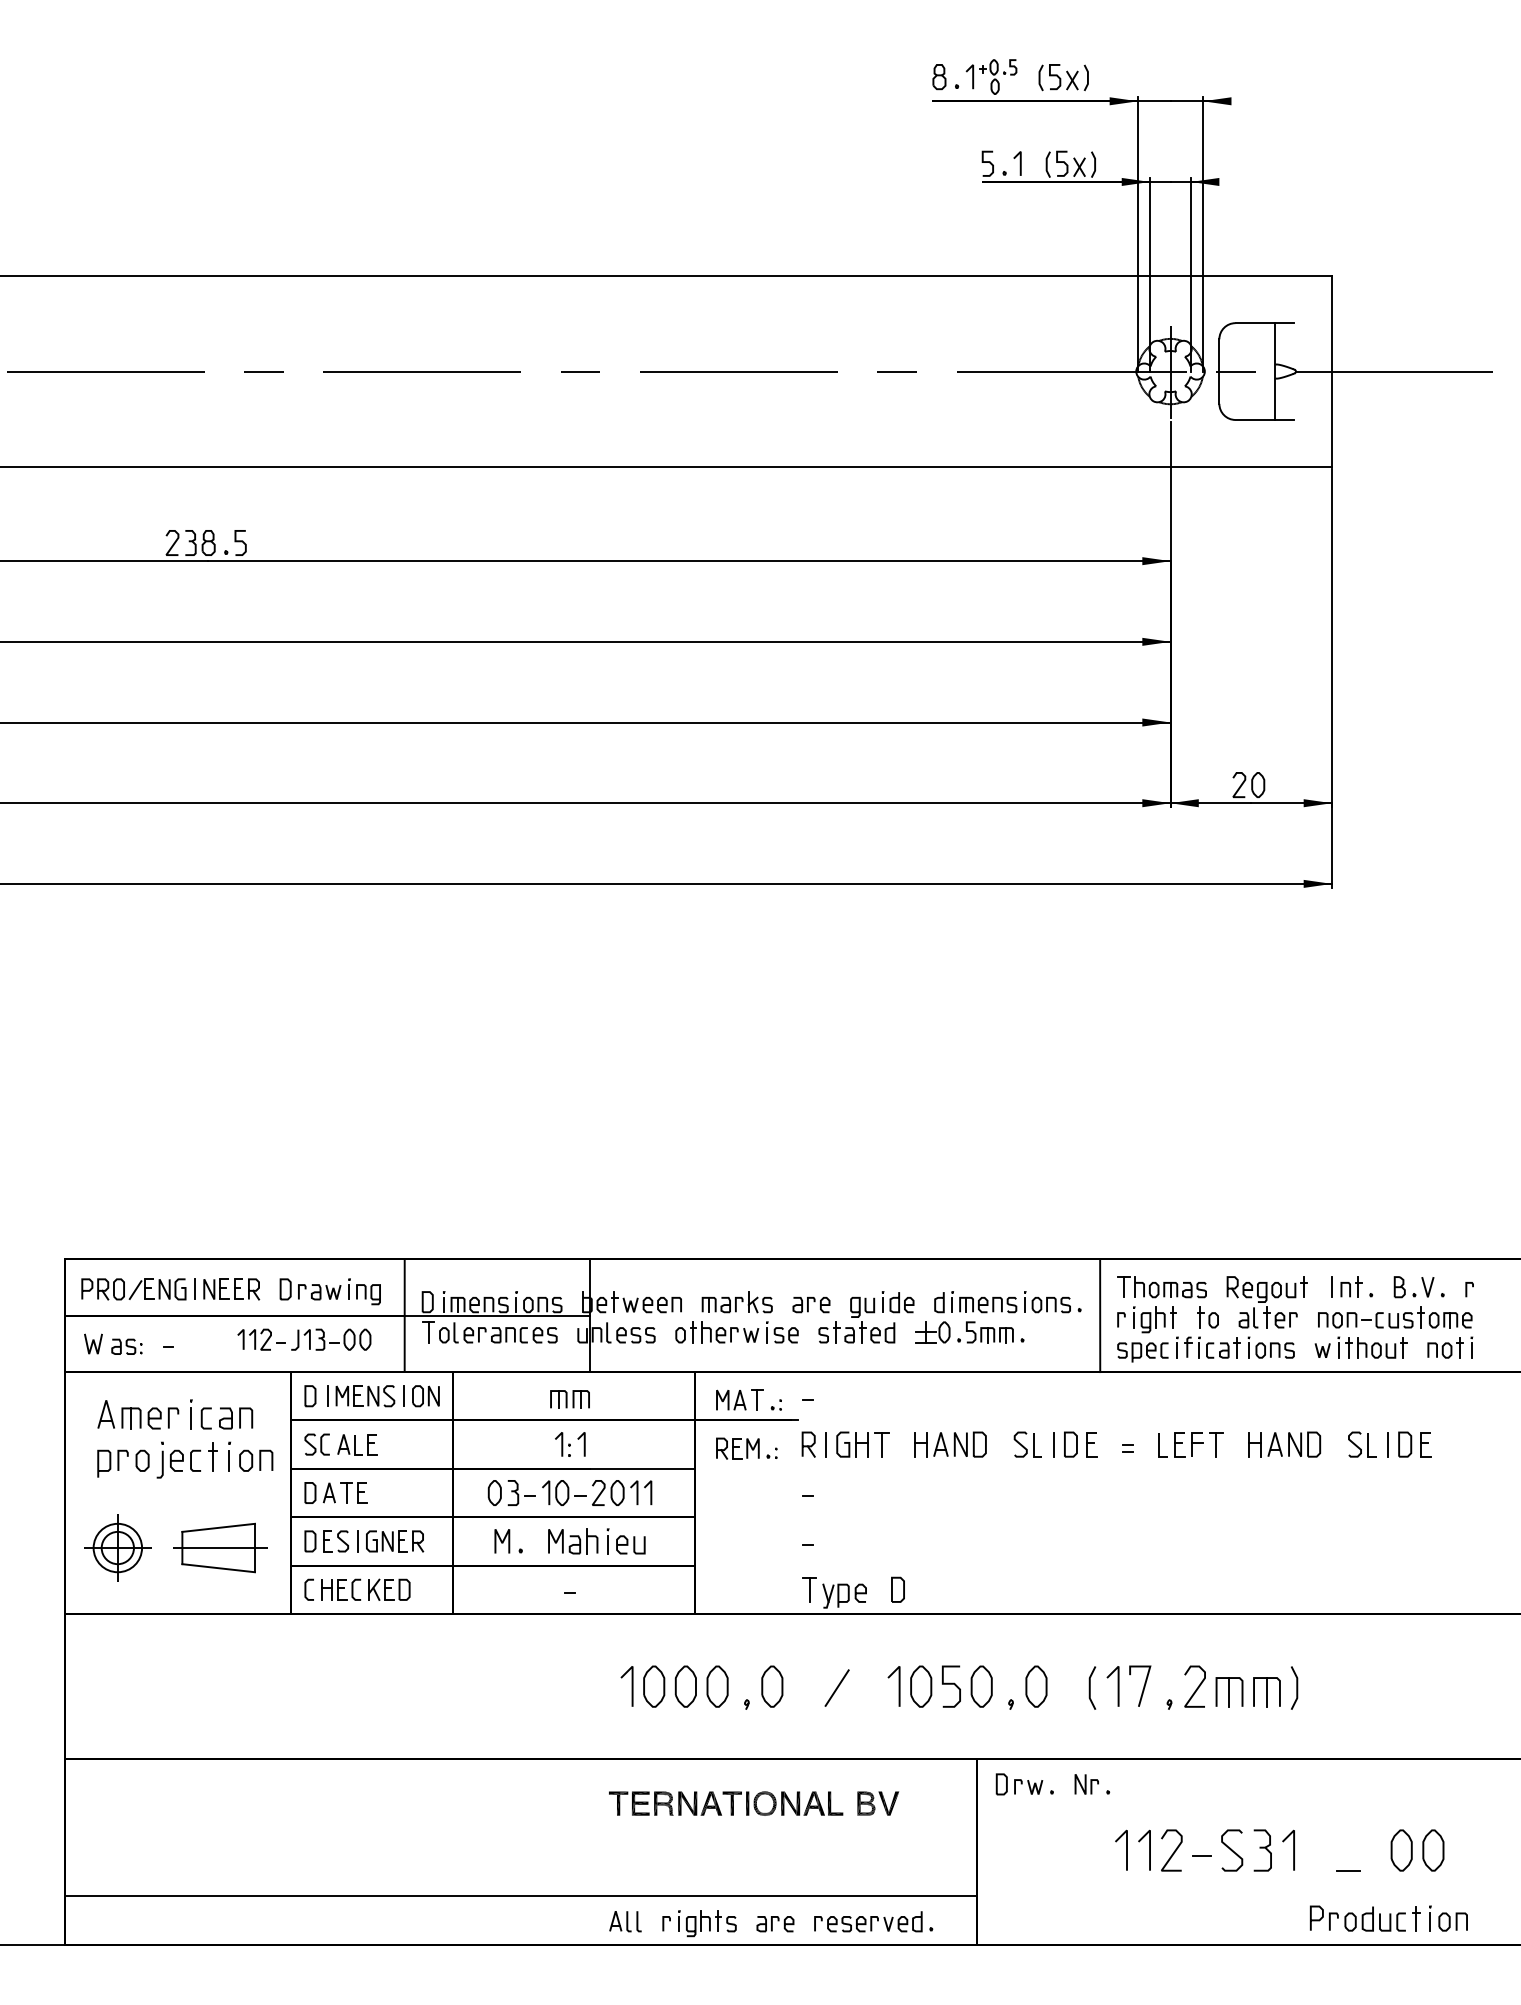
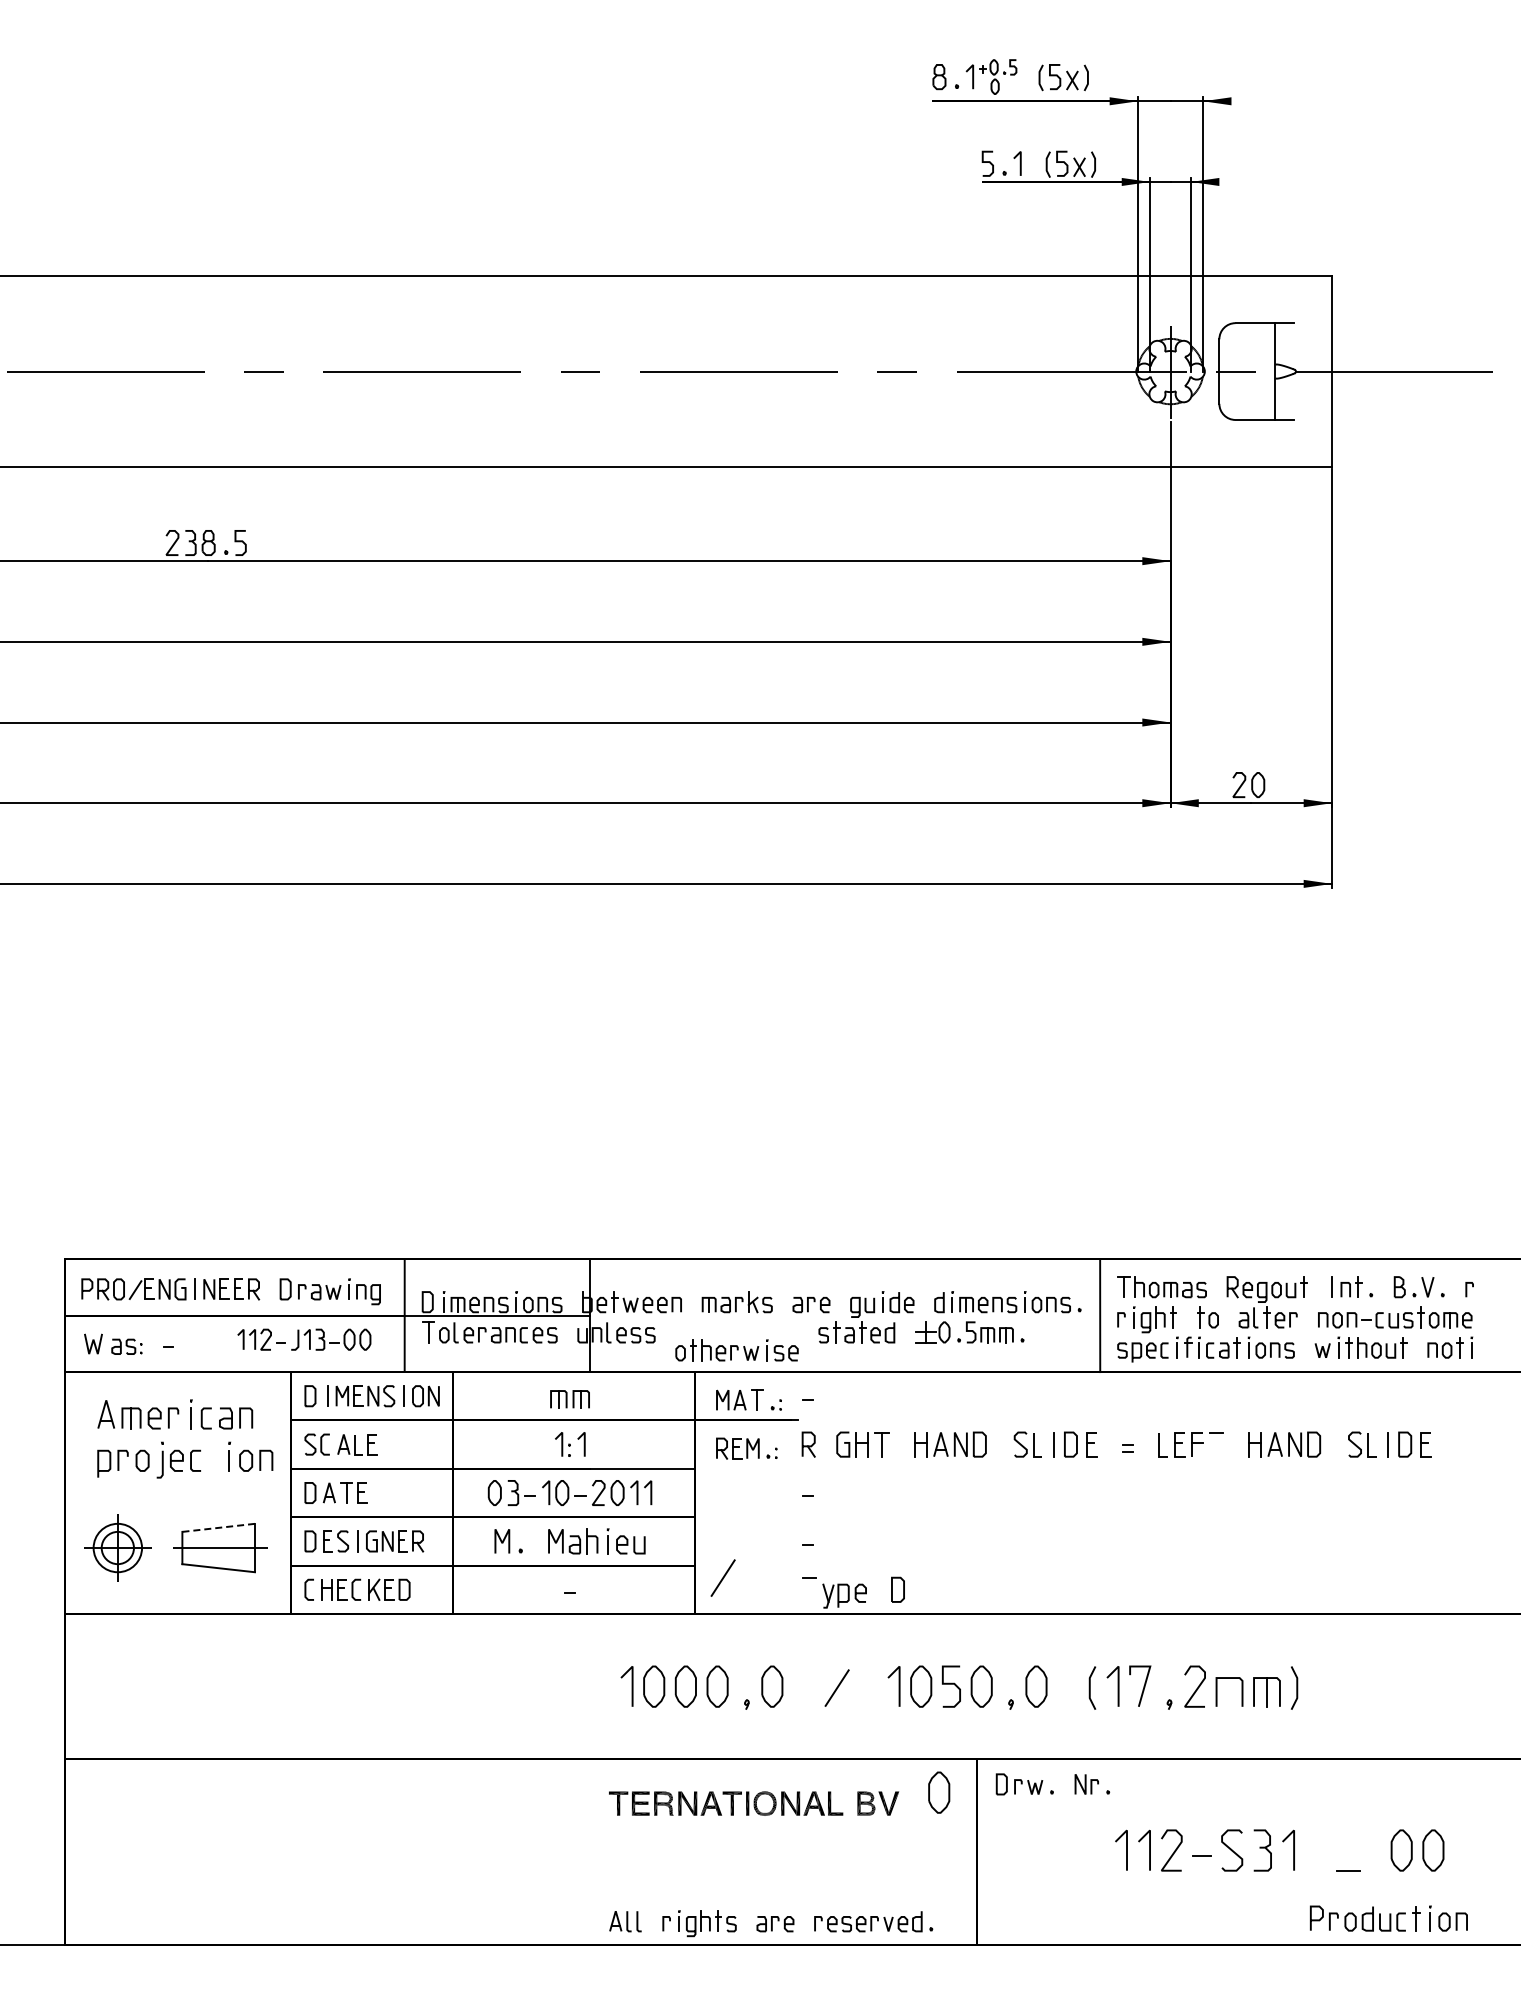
part at (736, 1332) position: (736, 1332) -> (736, 1350)
line at (826, 1444): present -> none
line at (1216, 1444): present -> none
part at (212, 1456): present -> none
line at (218, 1527): solid -> dashed
line at (722, 1577): none -> present
line at (809, 1589): present -> none
line at (1229, 1692): present -> none
part at (939, 1792): none -> present
line at (520, 1896): present -> none
